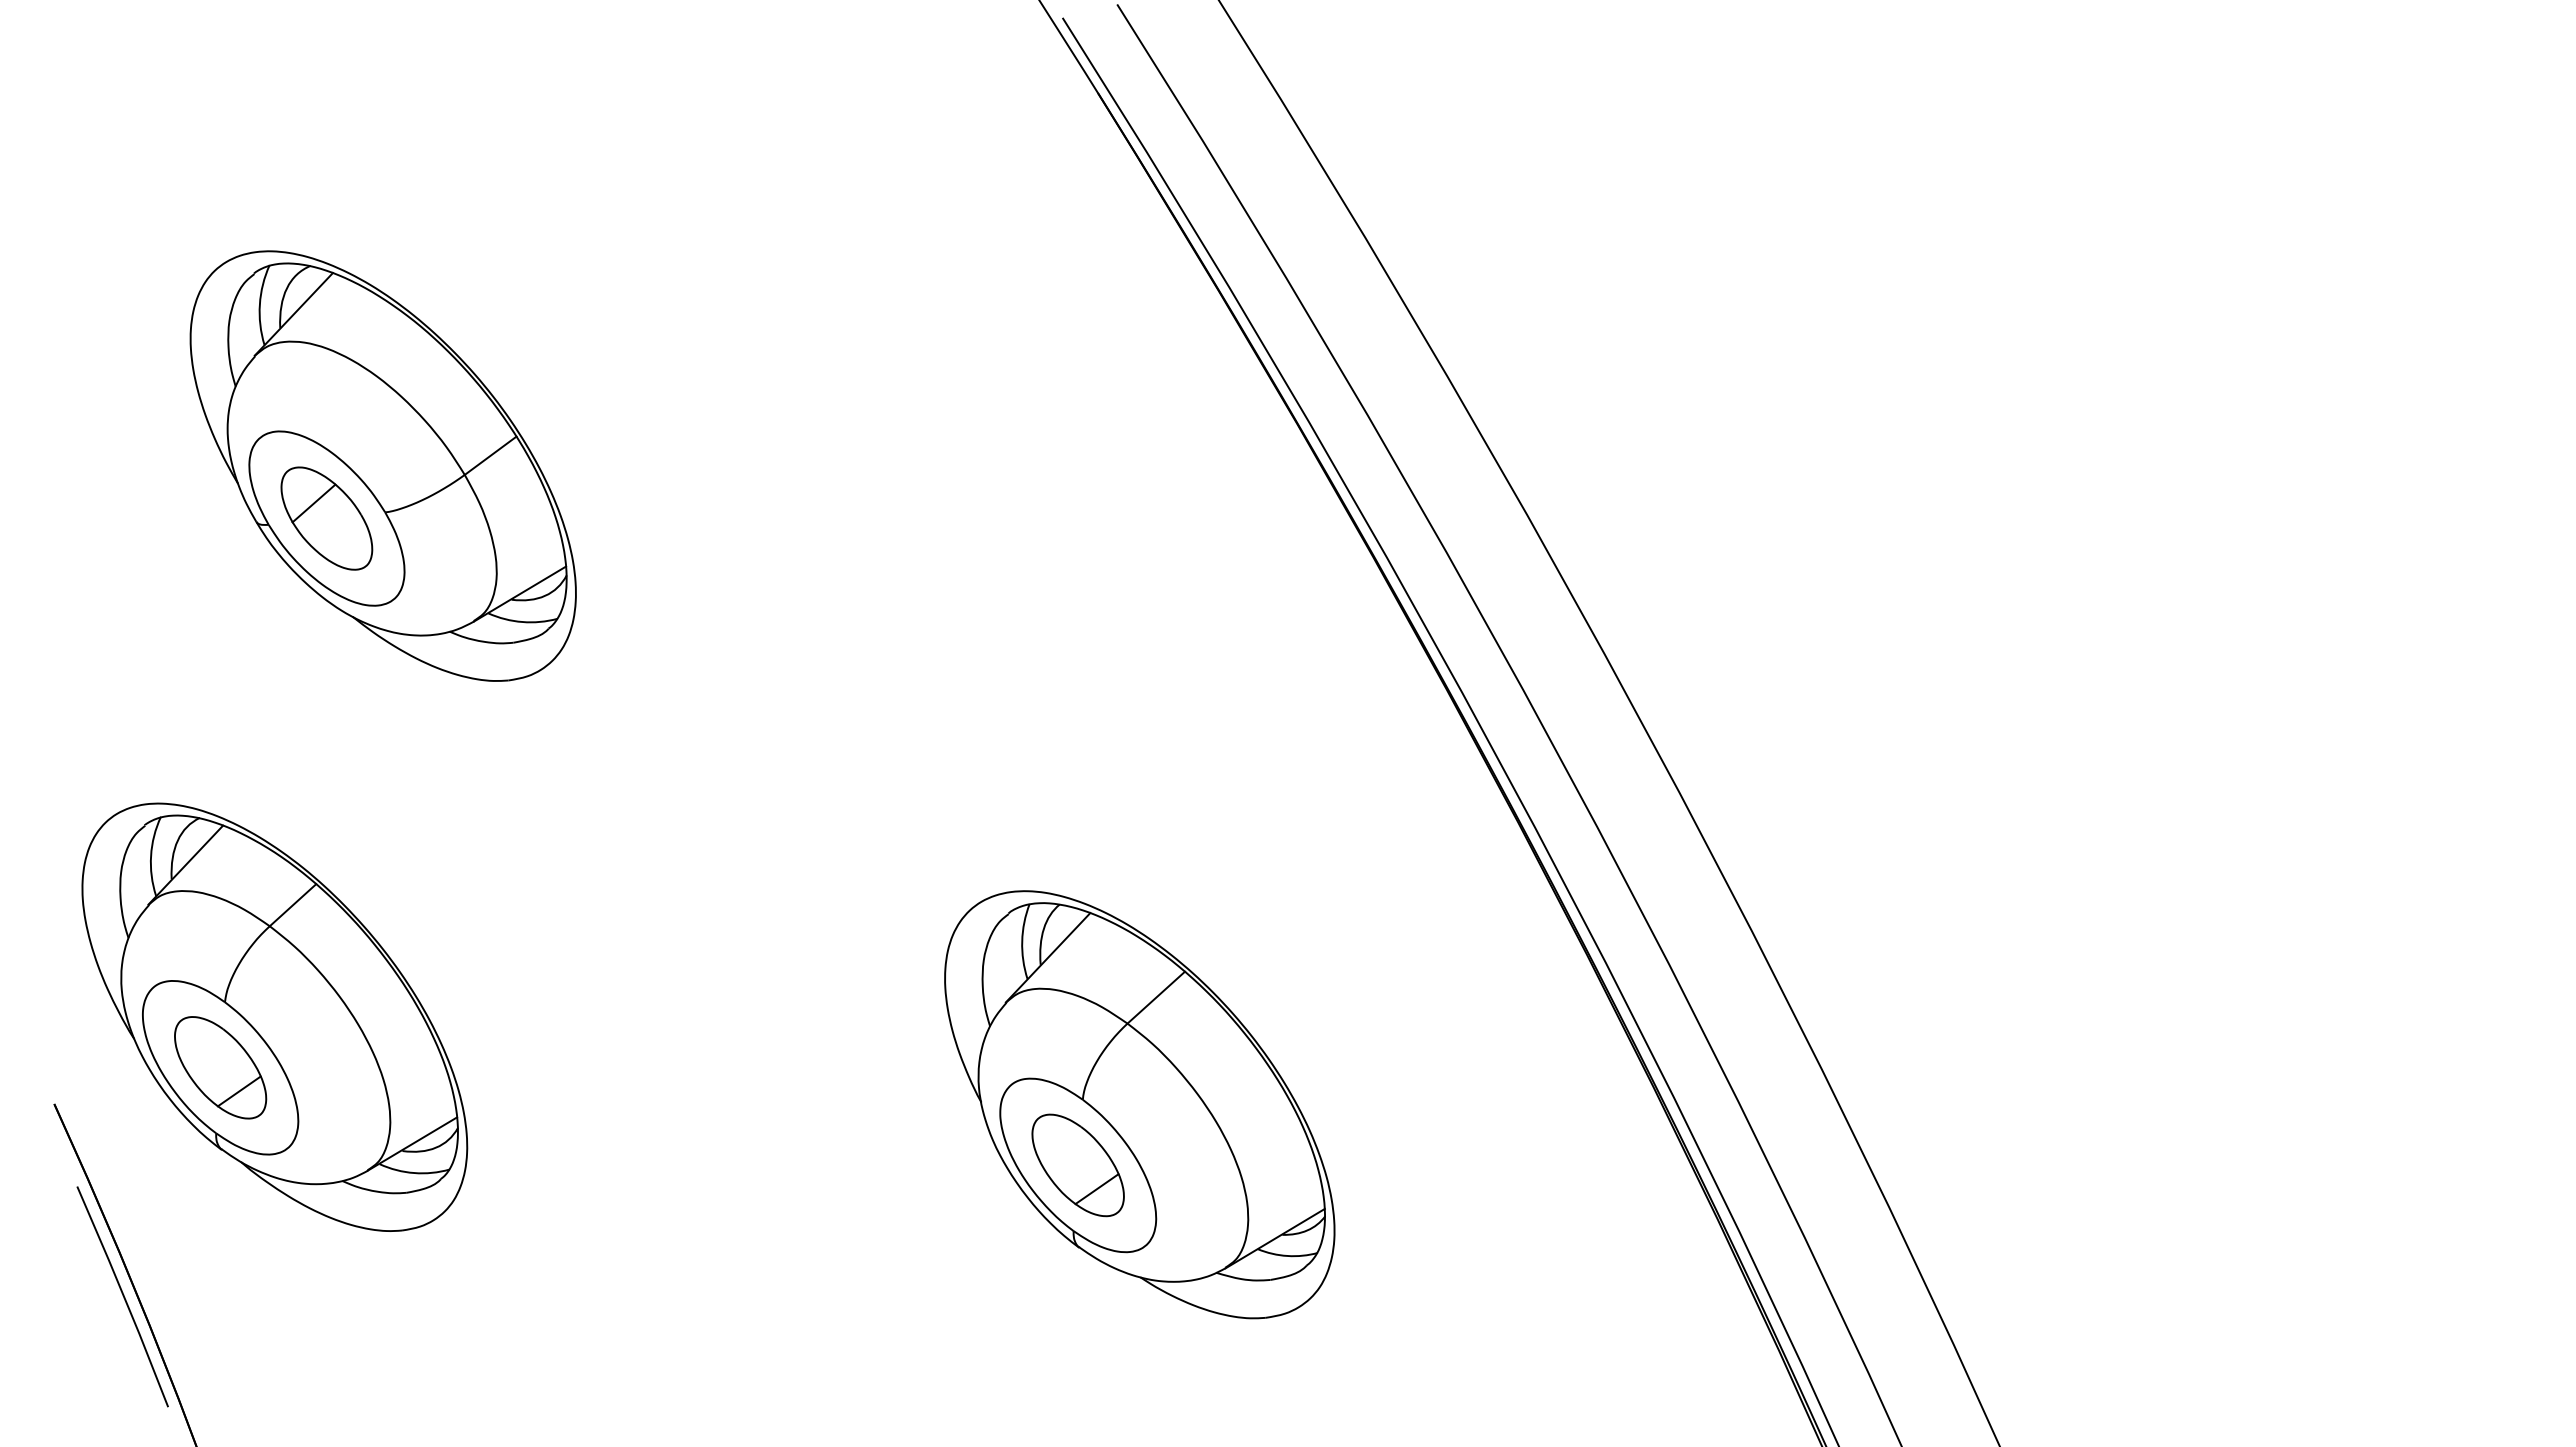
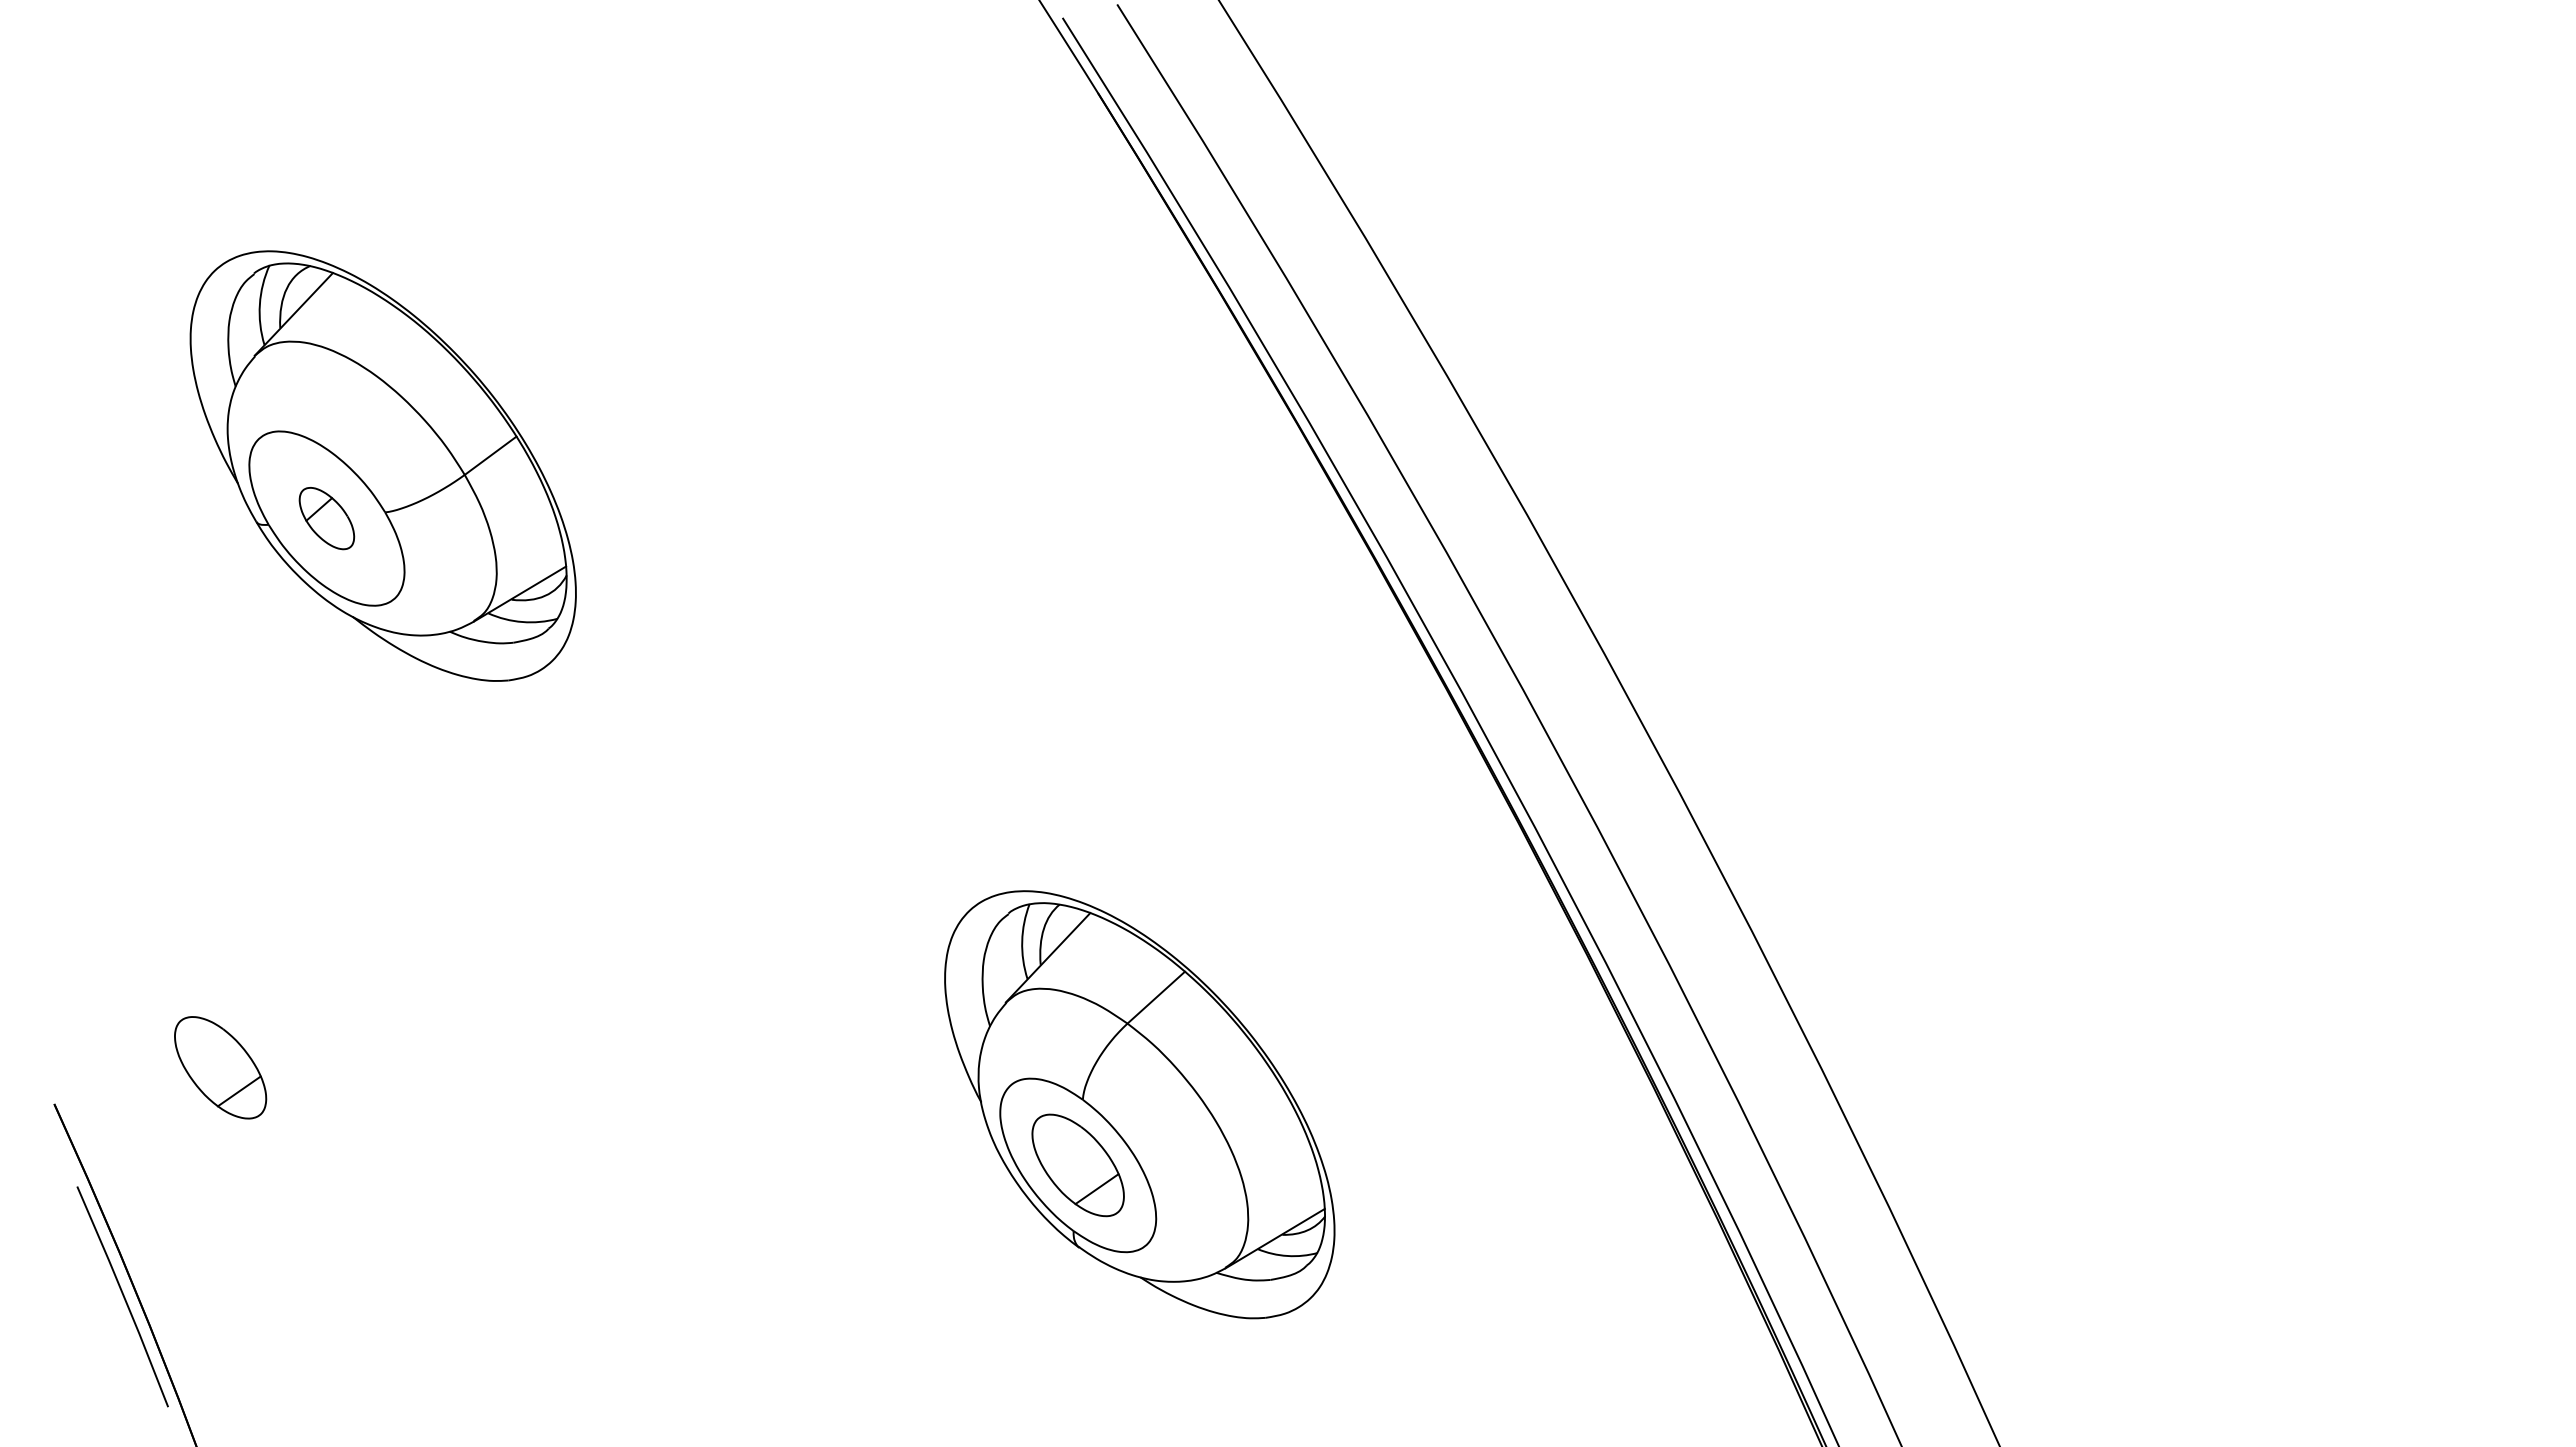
part at (326, 518) size: 94x105 px -> 58x64 px
part at (274, 1016): present -> none
